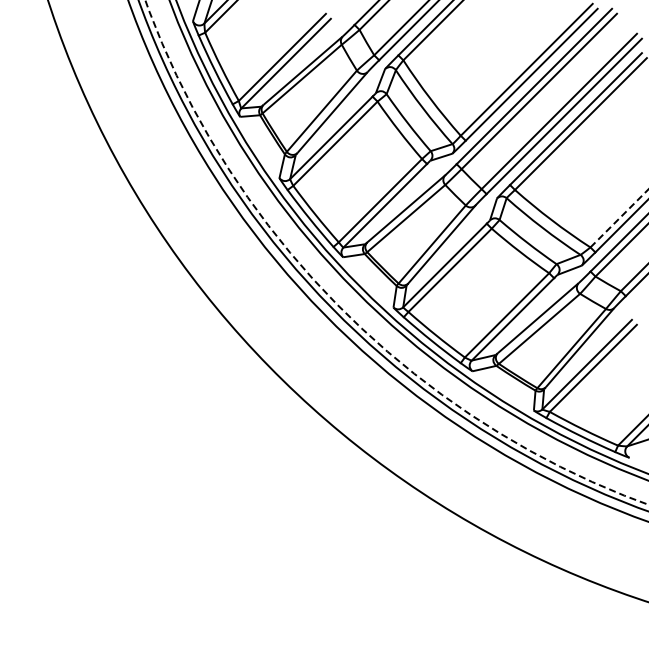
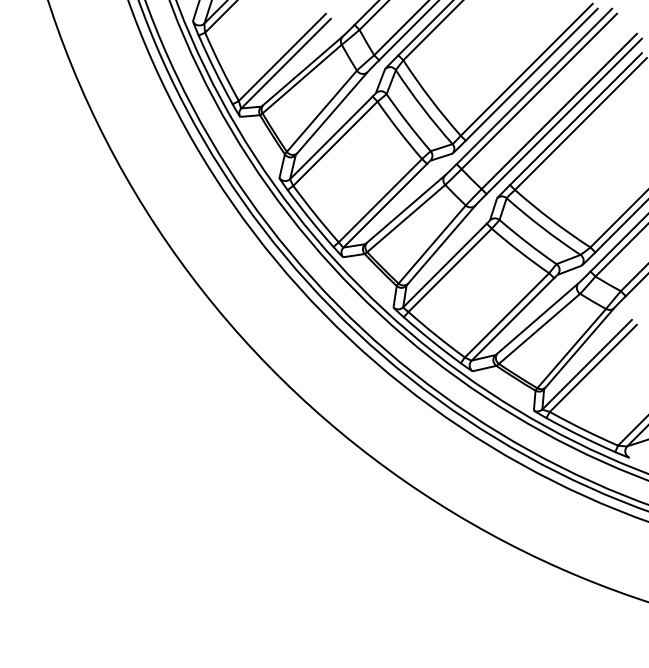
line at (620, 217): dashed -> solid
arc at (340, 307): dashed -> solid
